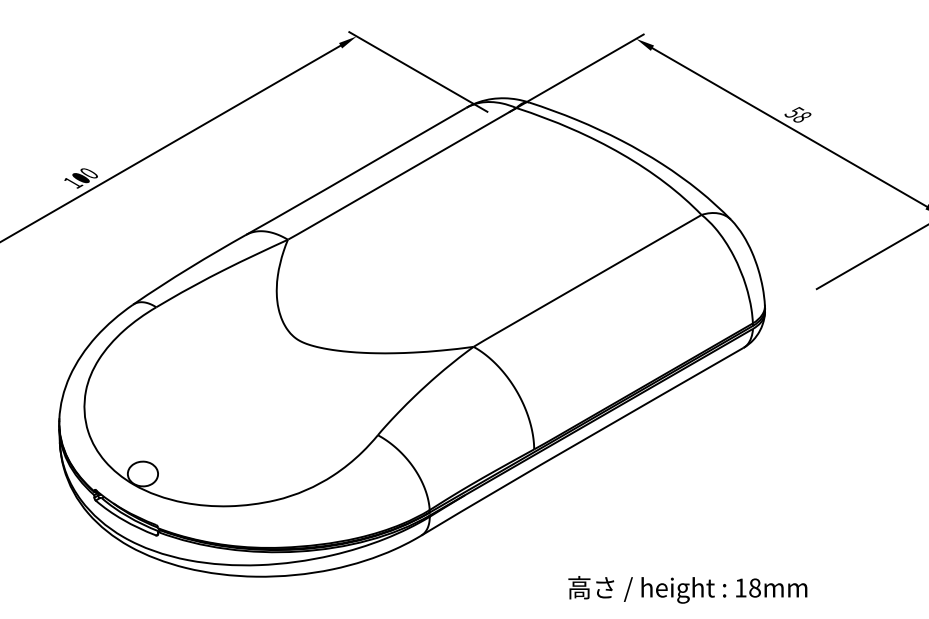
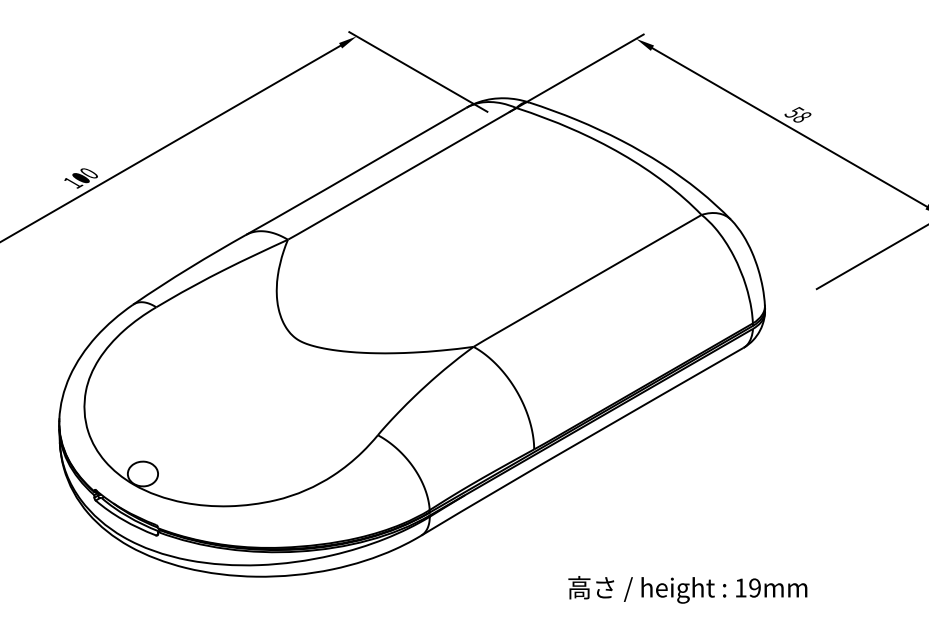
text at (754, 587): 18mm -> 19mm
